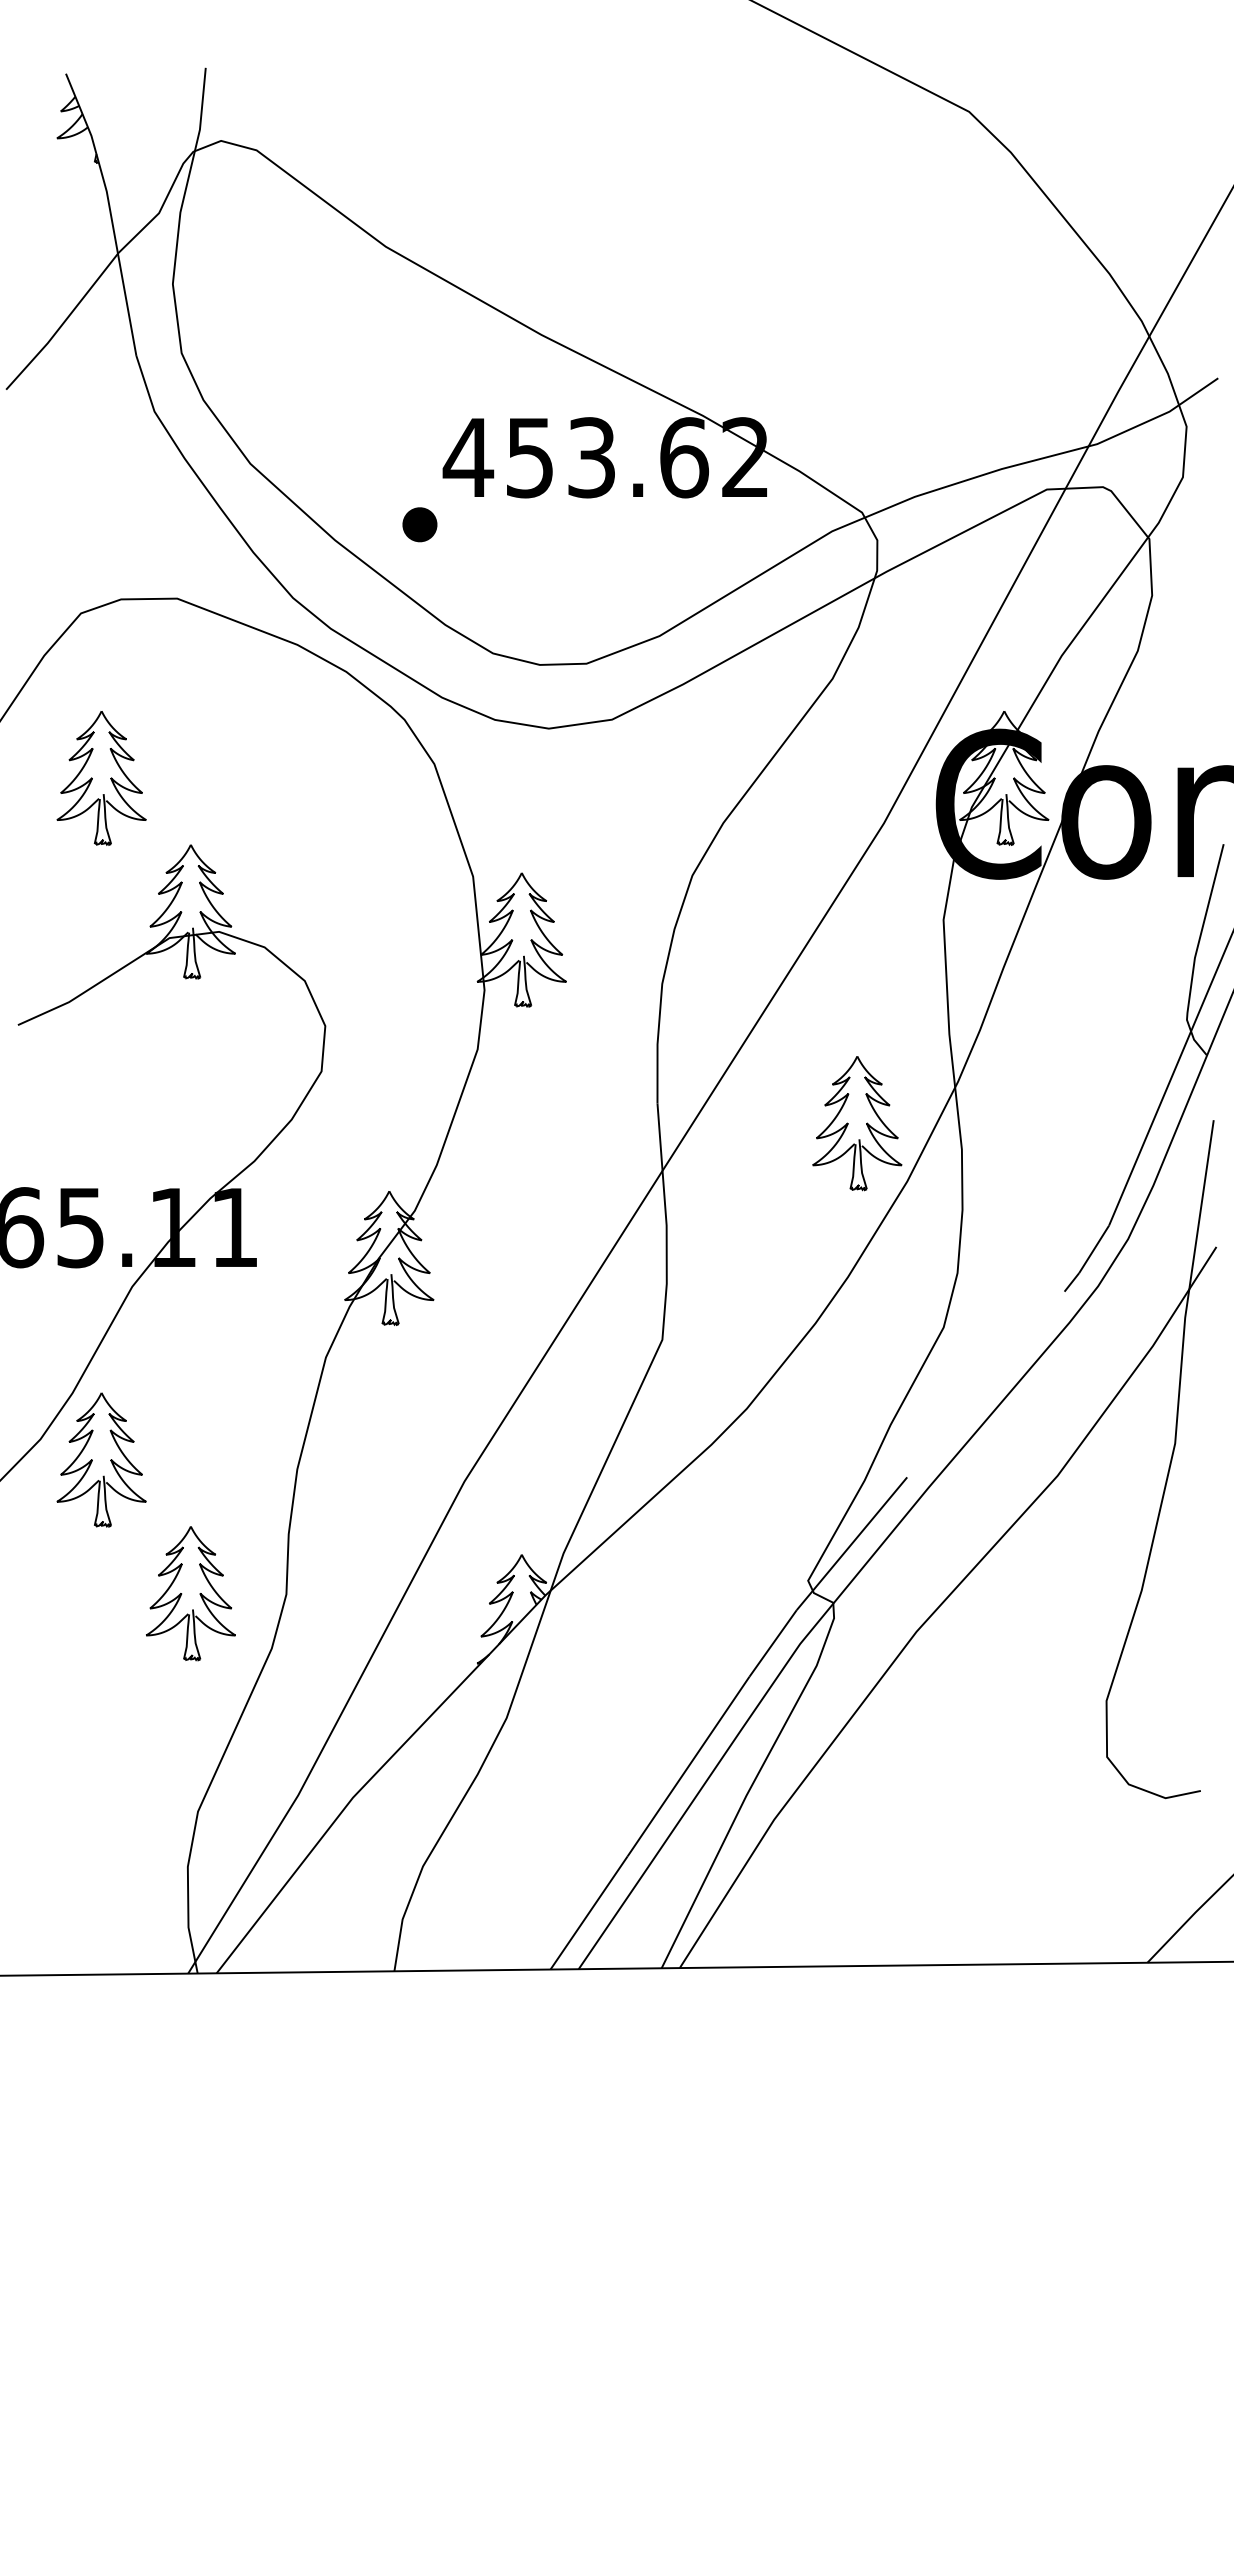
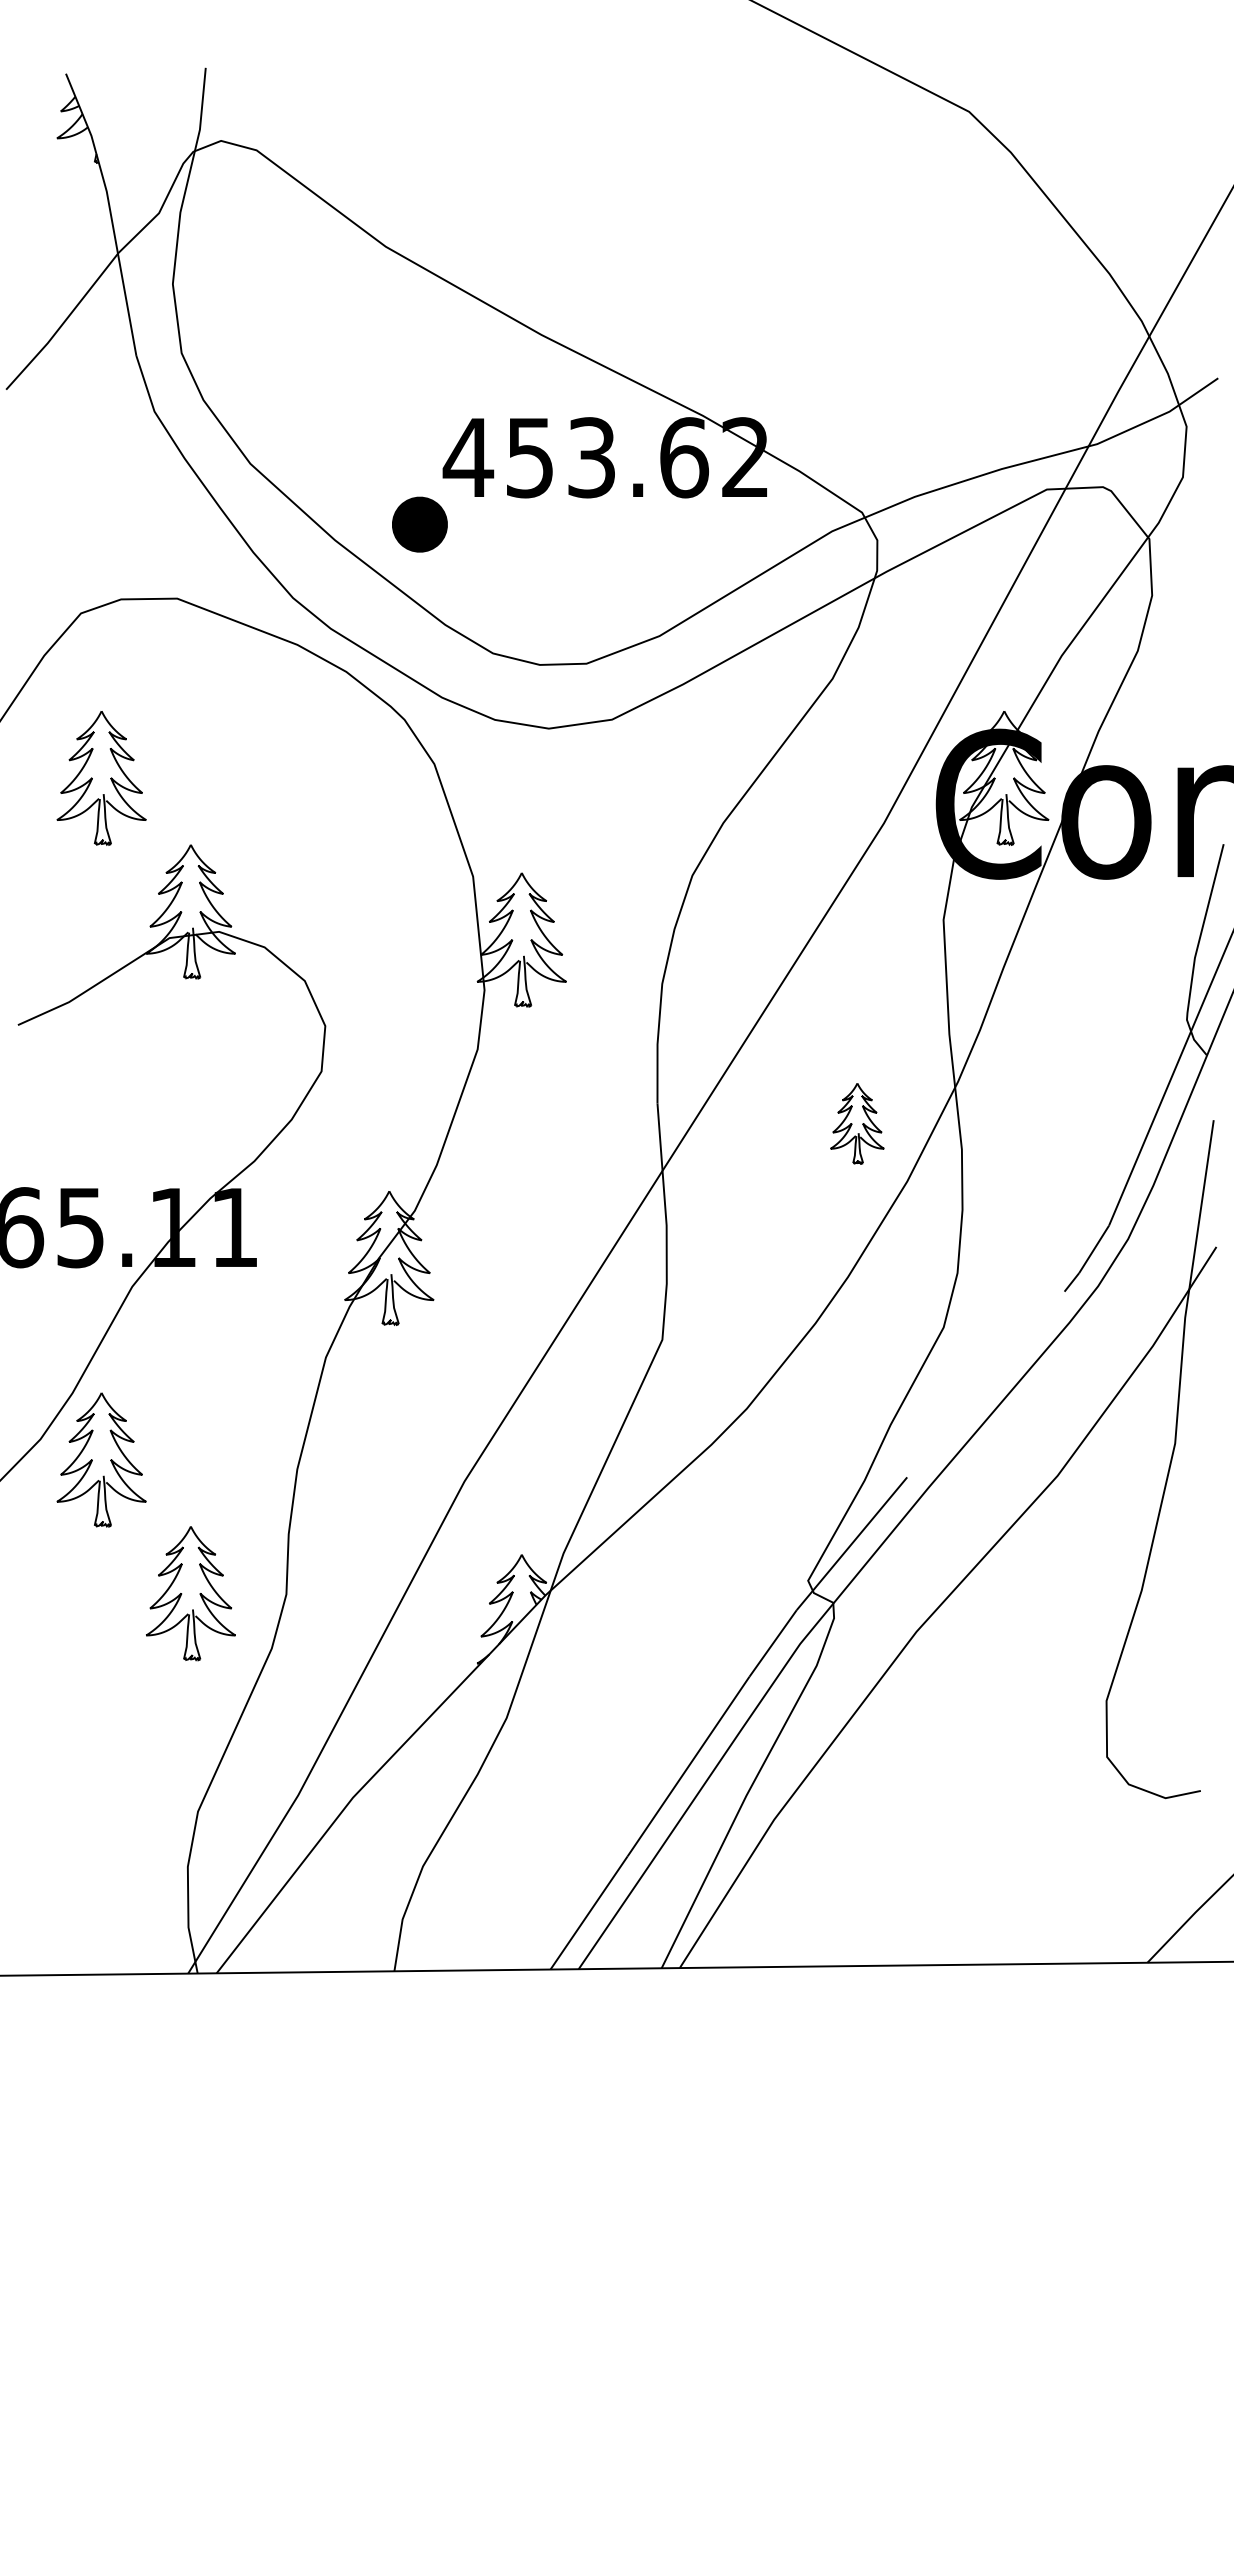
part at (419, 524) size: 36x36 px -> 56x57 px
part at (857, 1123) size: 91x136 px -> 55x82 px
